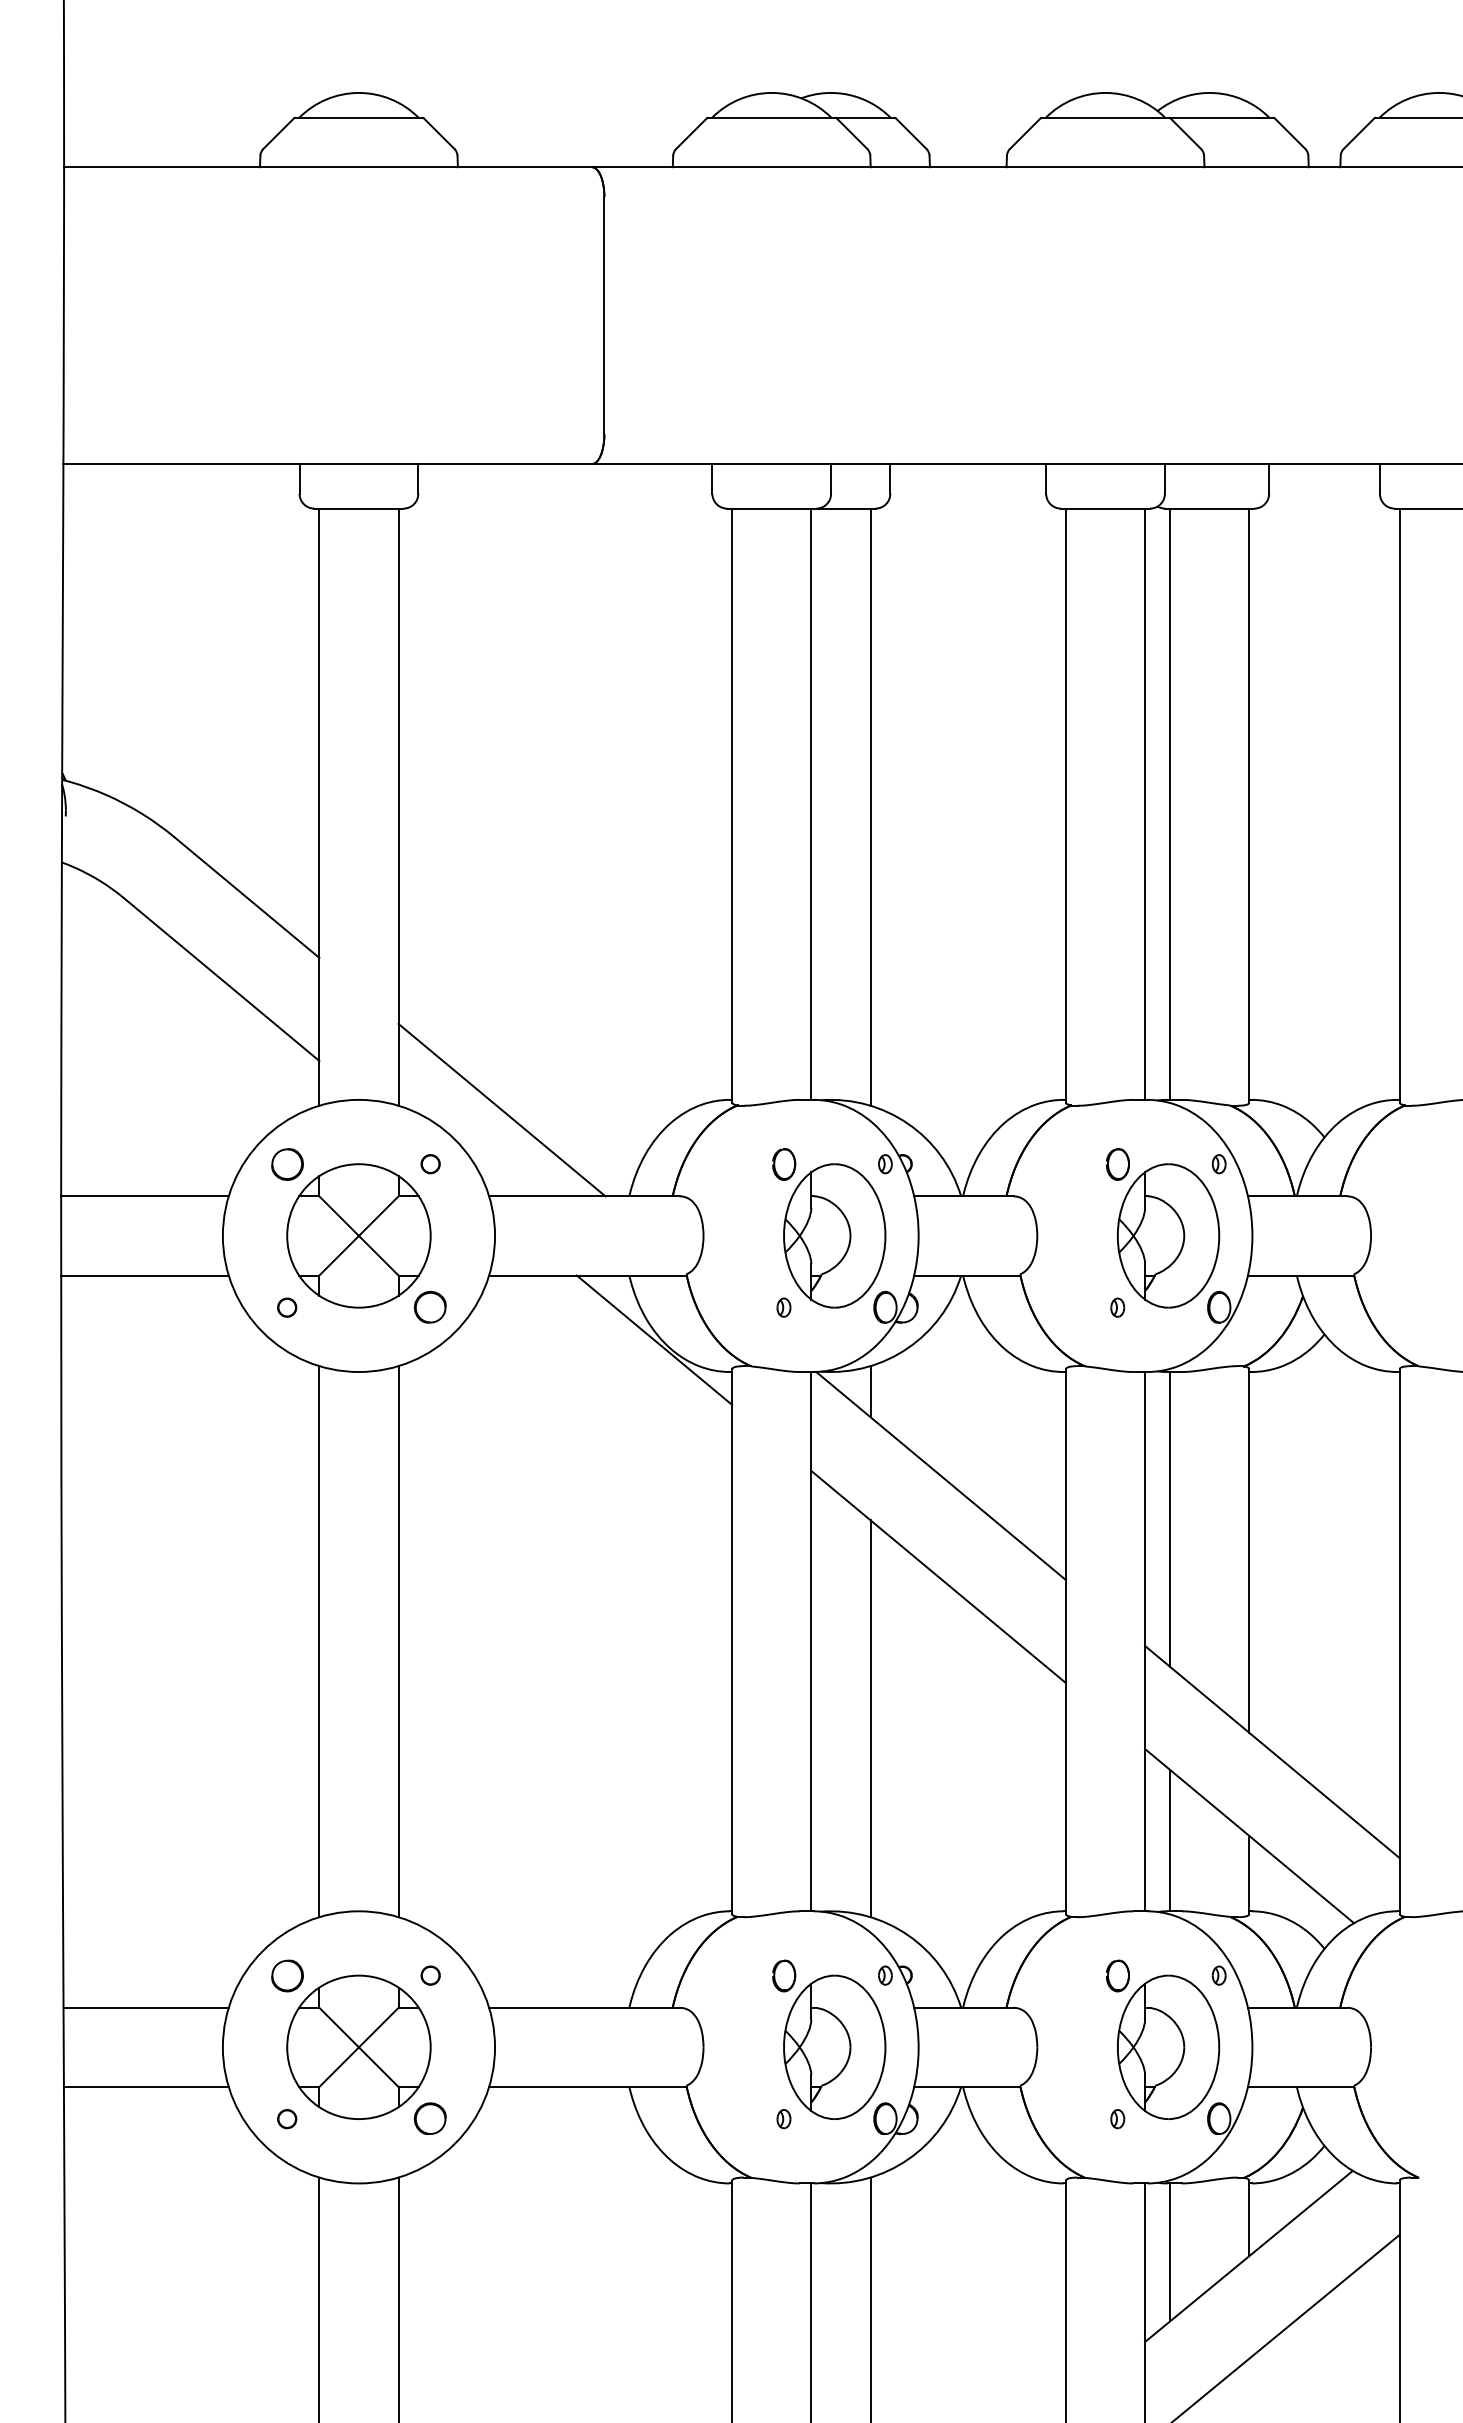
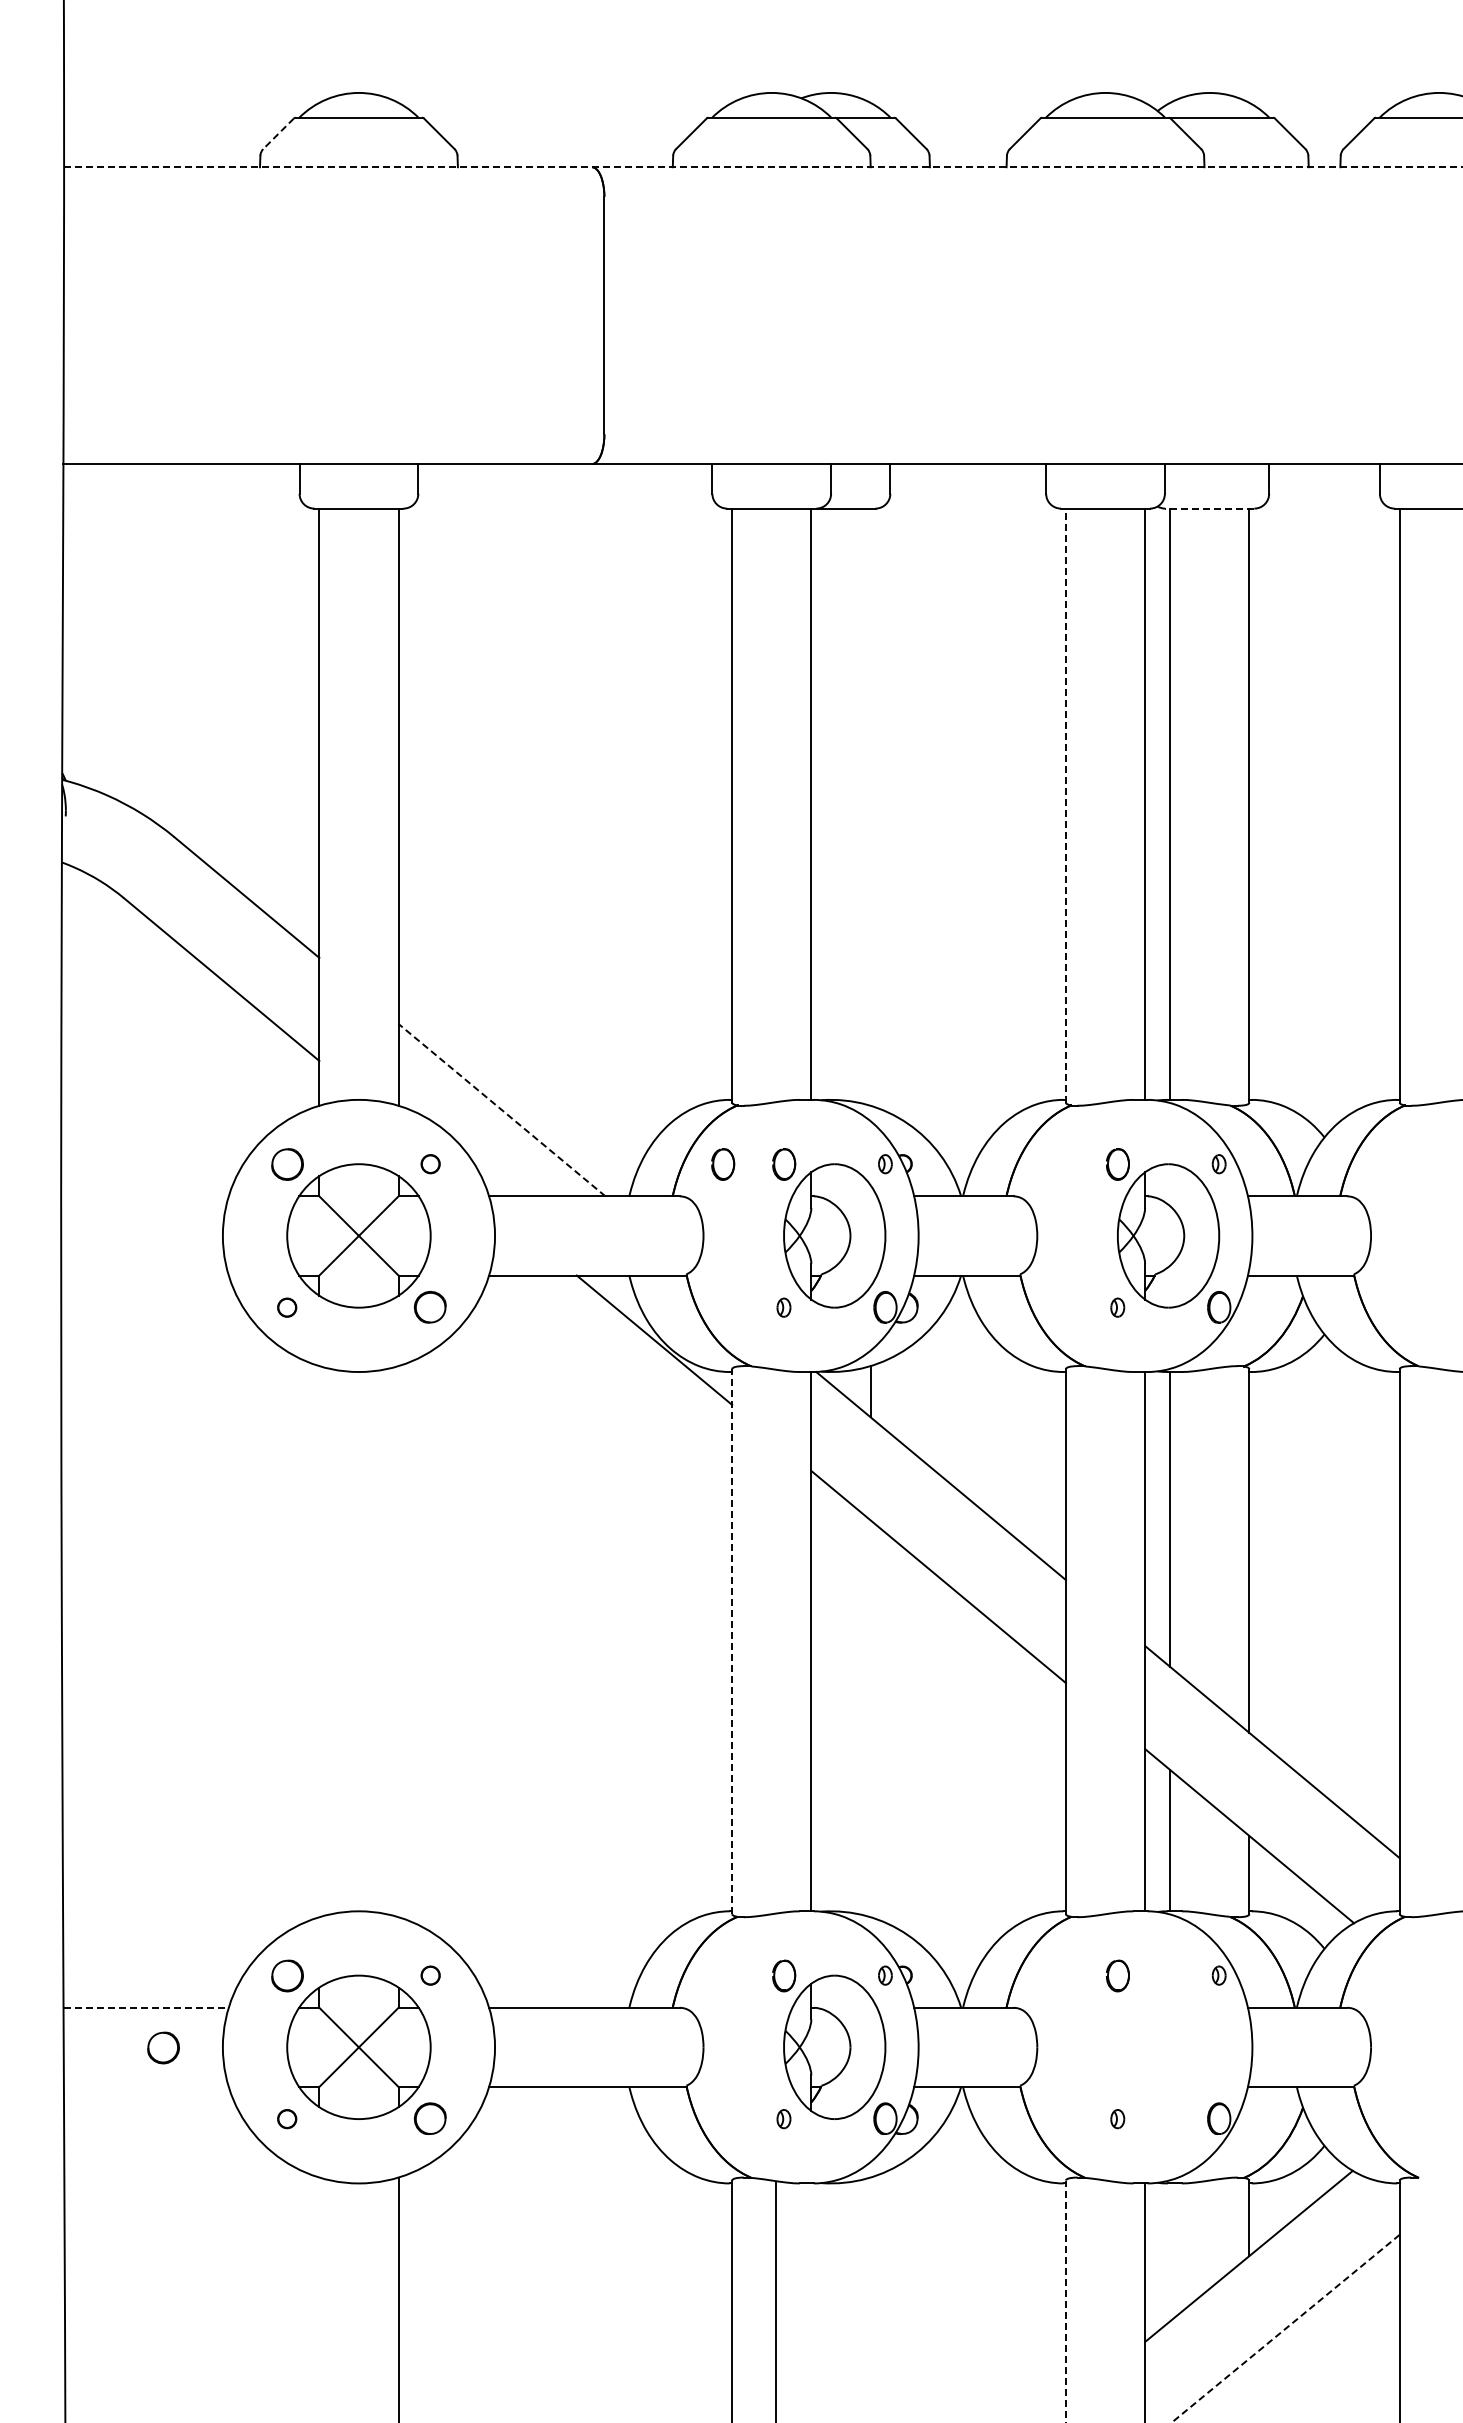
line at (278, 133): solid -> dashed
line at (763, 167): solid -> dashed
line at (1209, 508): solid -> dashed
line at (1065, 805): solid -> dashed
line at (870, 806): present -> none
line at (502, 1110): solid -> dashed
part at (723, 1164): none -> present
line at (144, 1196): present -> none
line at (144, 1275): present -> none
line at (319, 1641): present -> none
line at (398, 1641): present -> none
line at (732, 1641): solid -> dashed
line at (870, 1718): present -> none
line at (146, 2007): solid -> dashed
part at (1168, 2046): present -> none
part at (163, 2047): none -> present
line at (145, 2086): present -> none
line at (1170, 2252): present -> none
line at (319, 2298): present -> none
line at (870, 2298): present -> none
line at (811, 2301) position: (811, 2301) -> (776, 2301)
line at (1065, 2301): solid -> dashed
line at (1285, 2328): solid -> dashed
